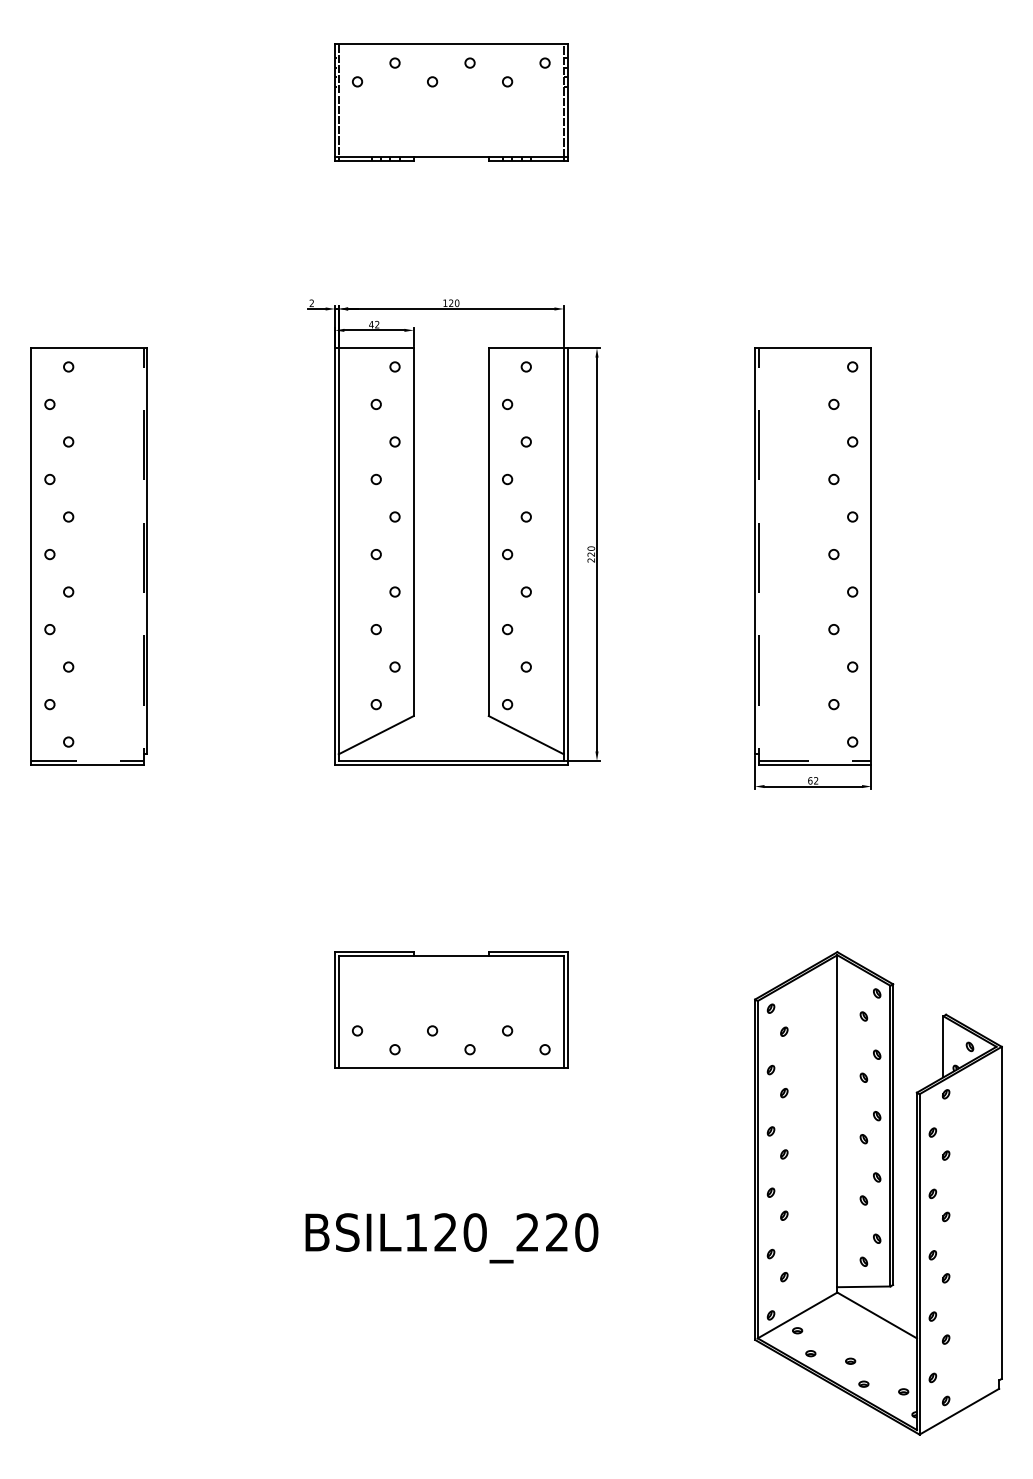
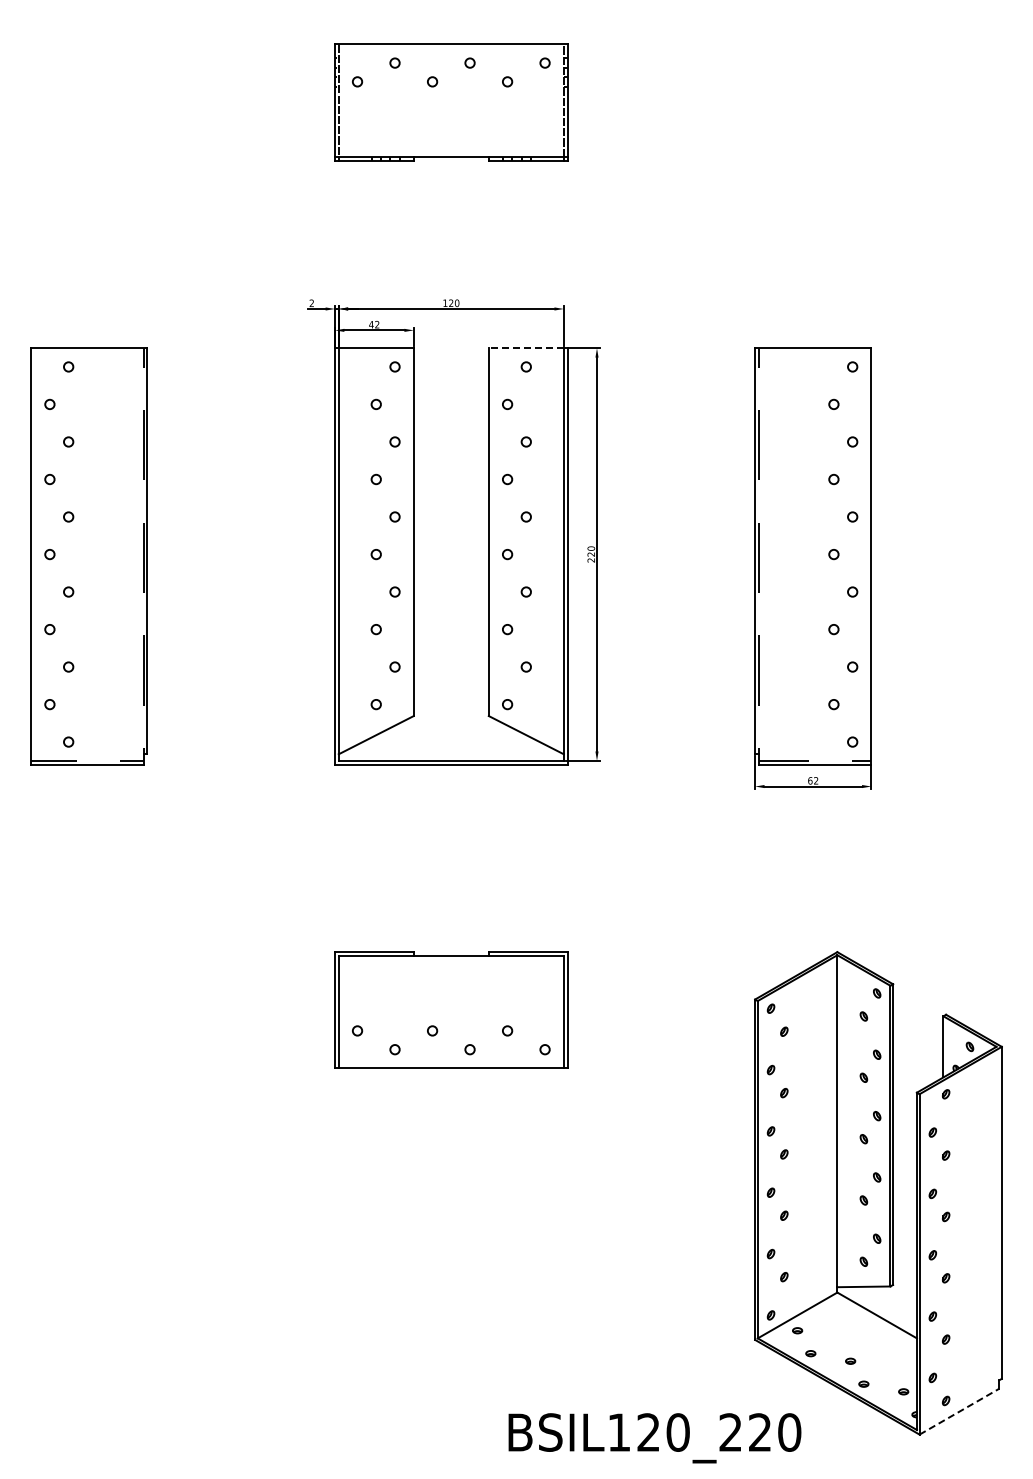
line at (526, 348): solid -> dashed
text at (451, 1238) position: (451, 1238) -> (654, 1438)
line at (959, 1411): solid -> dashed
